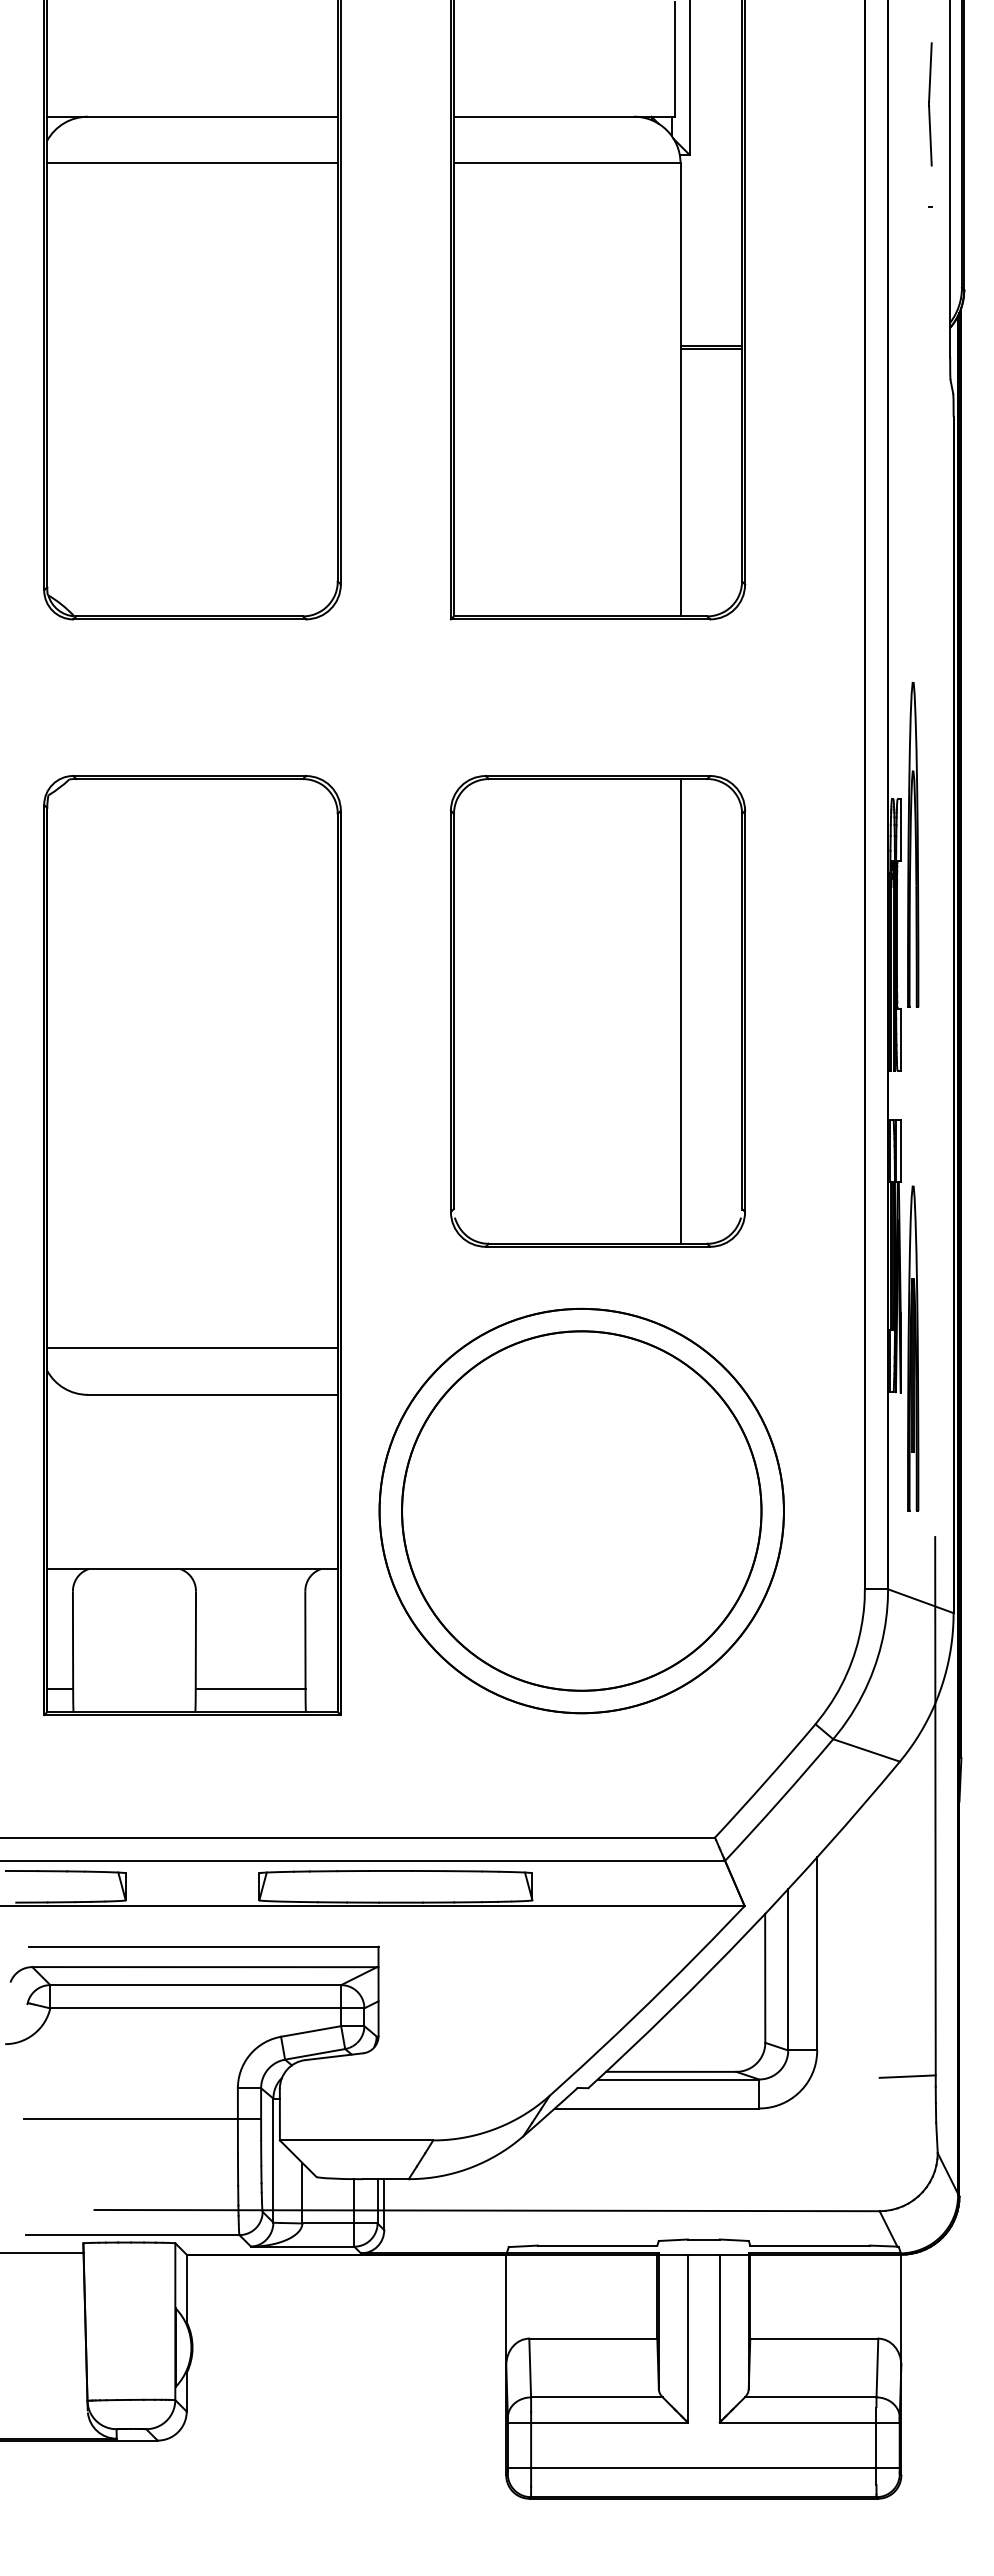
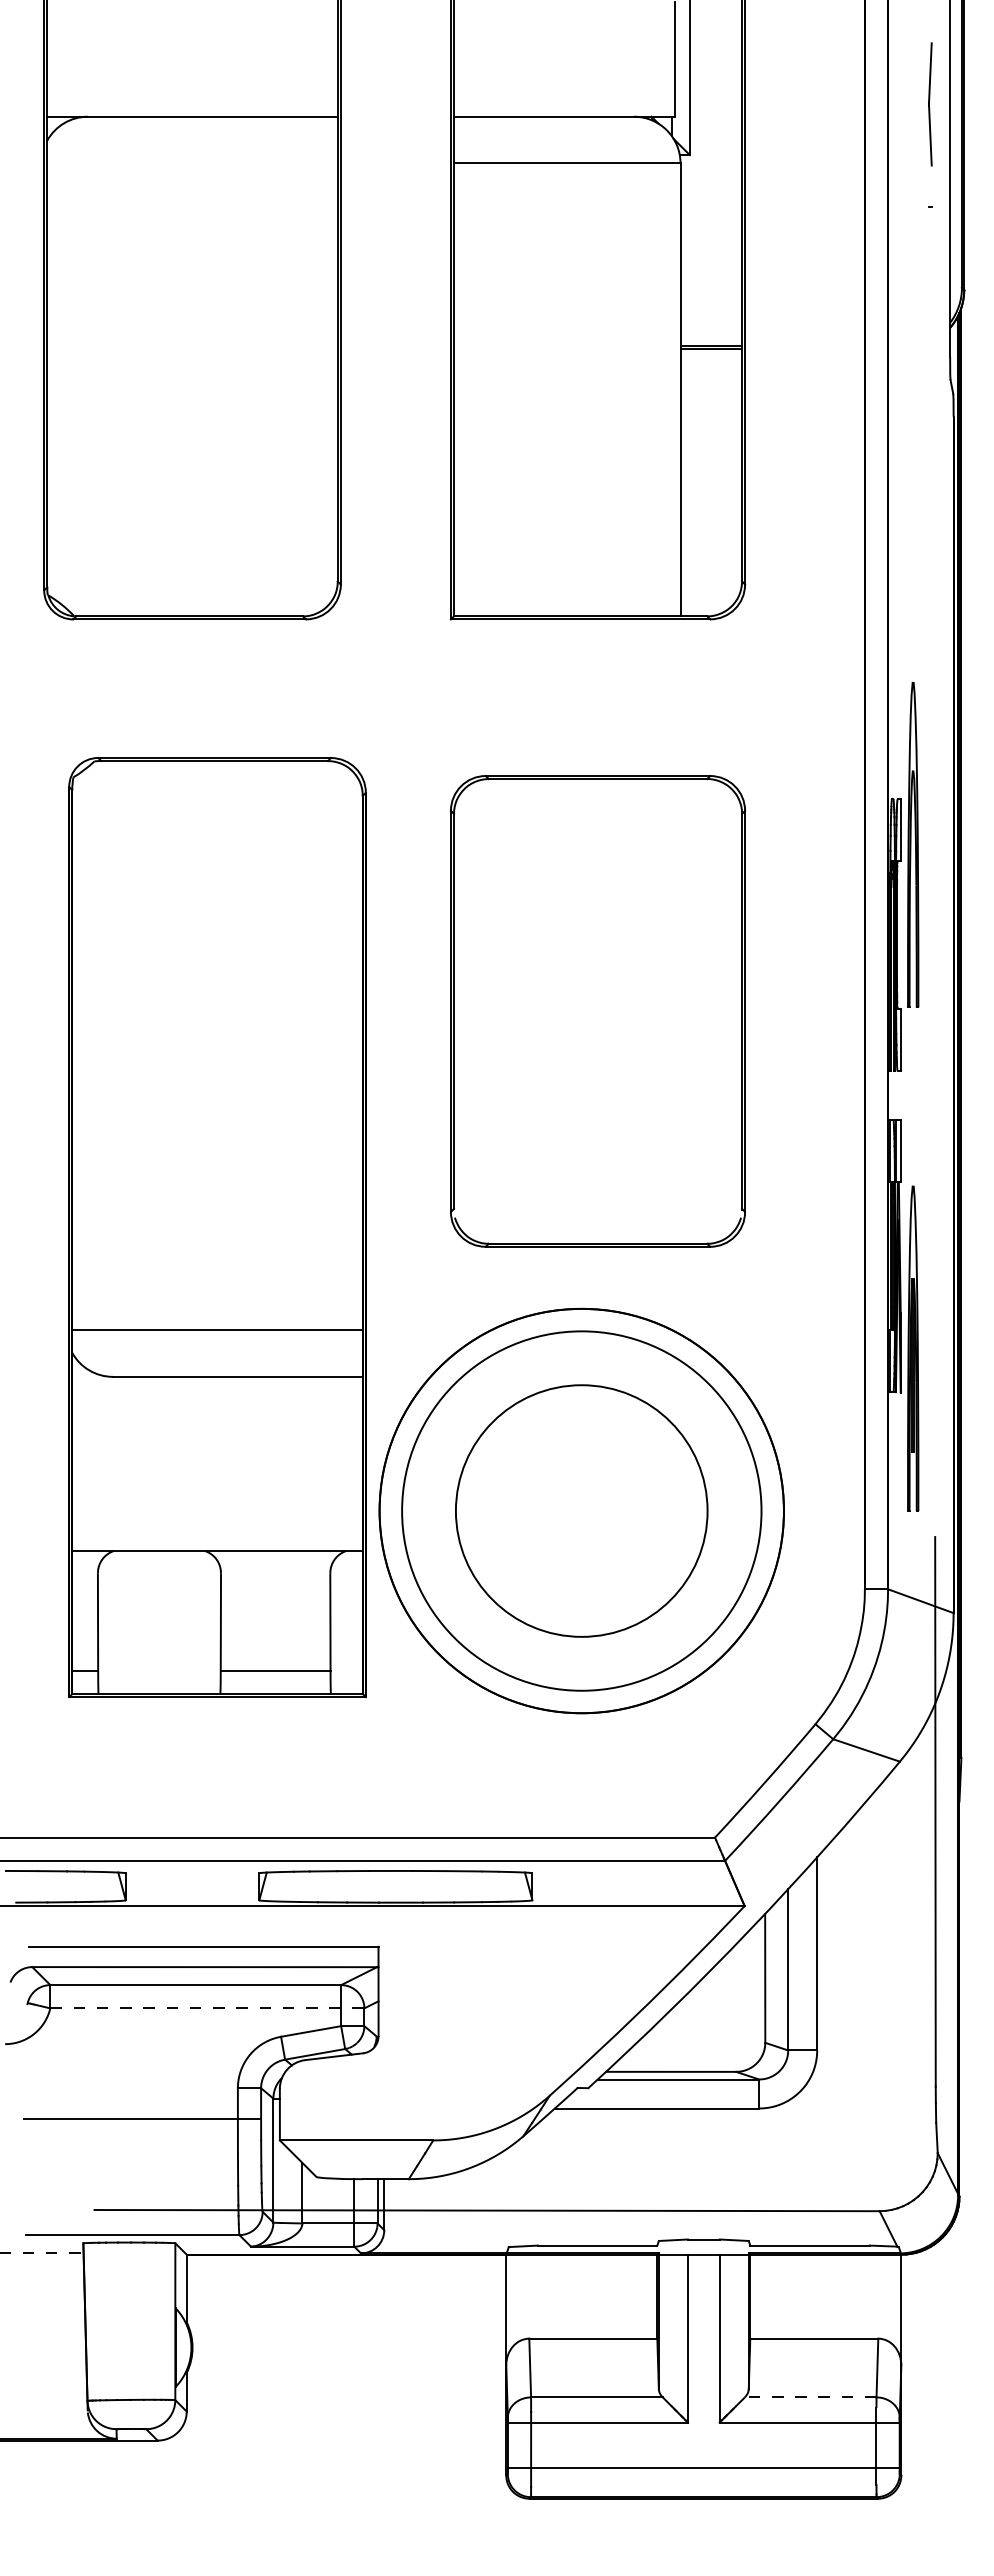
line at (192, 163): present -> none
line at (680, 1011): present -> none
part at (192, 1245) position: (192, 1245) -> (217, 1227)
circle at (581, 1510) diameter: 360 px -> 252 px
line at (207, 2008): solid -> dashed
line at (907, 2076): present -> none
line at (42, 2252): solid -> dashed
line at (810, 2397): solid -> dashed
